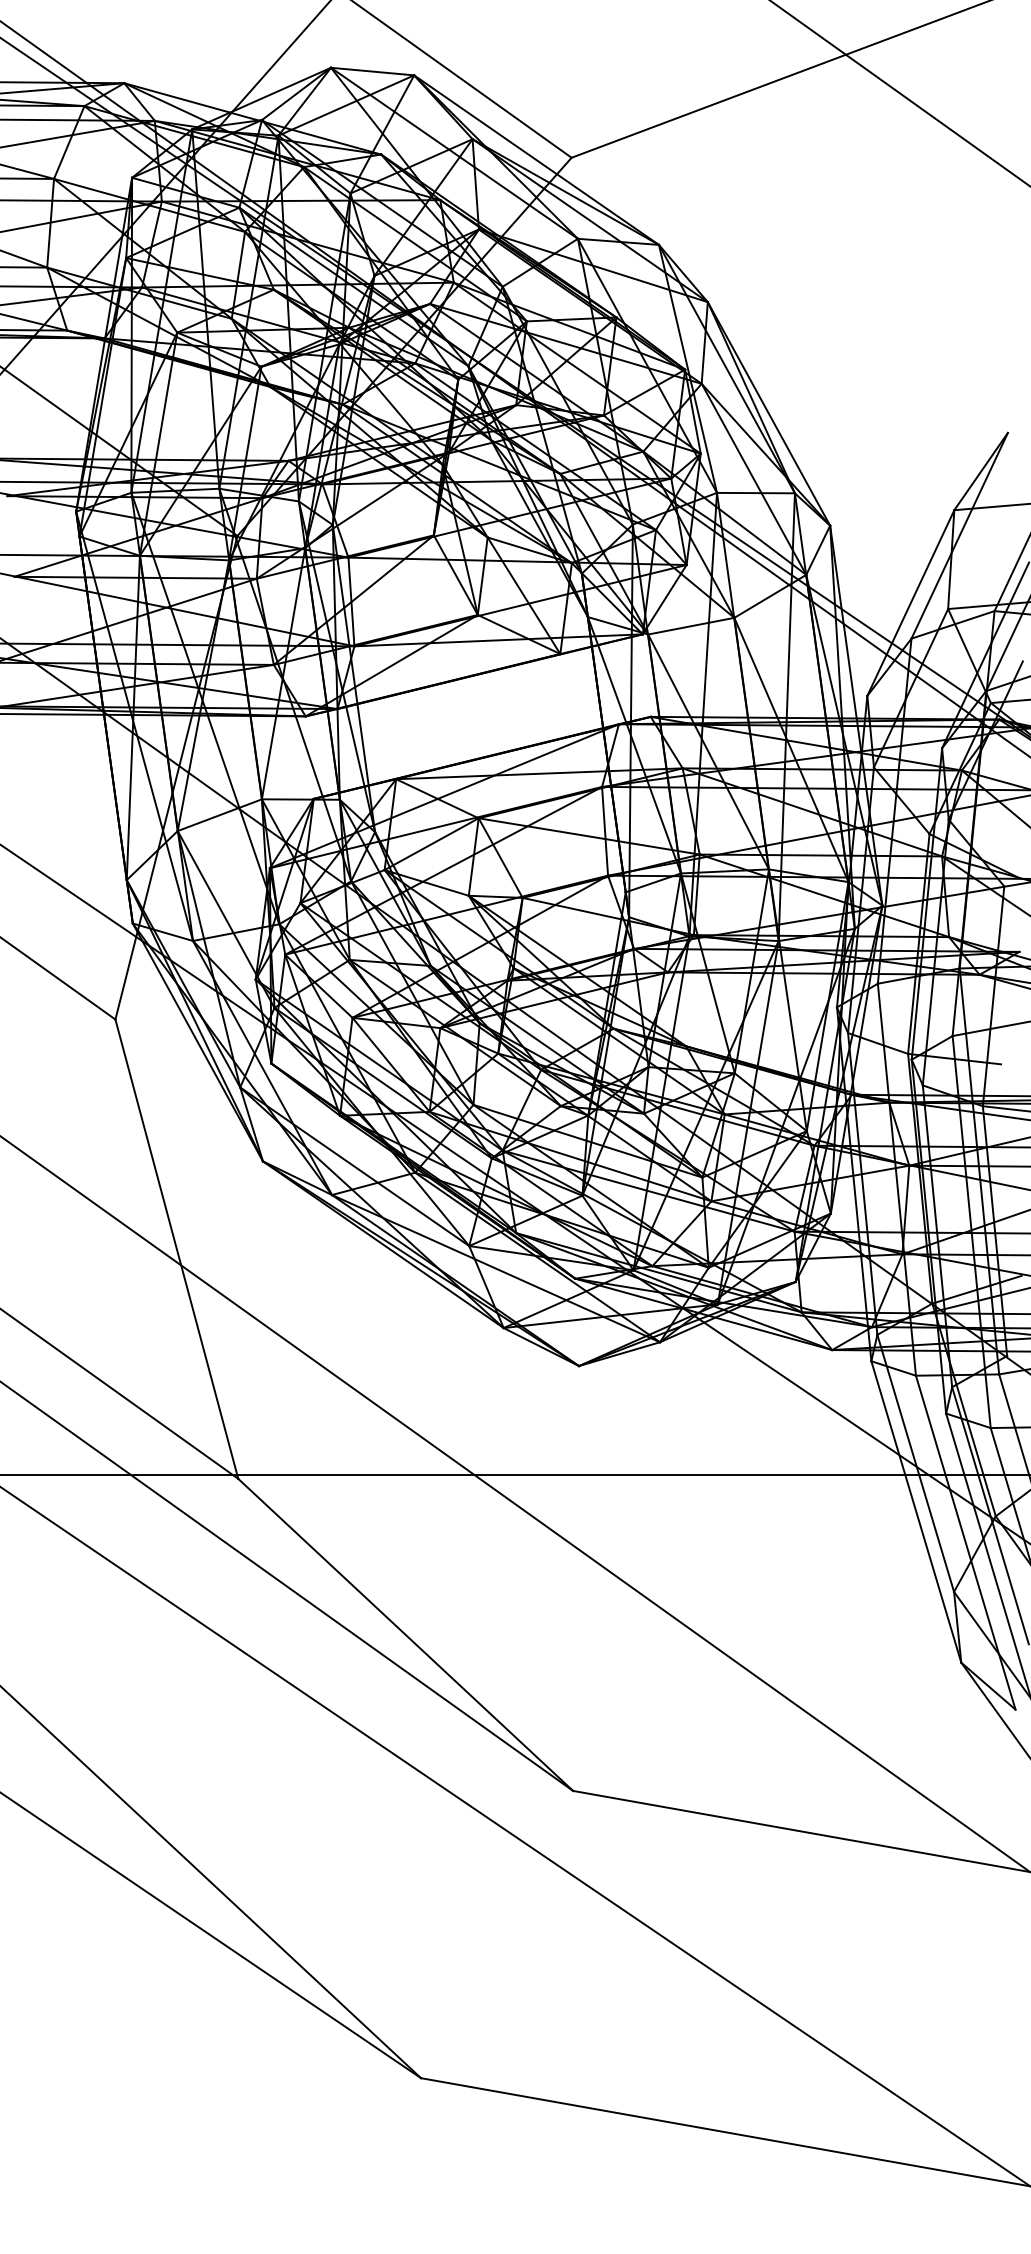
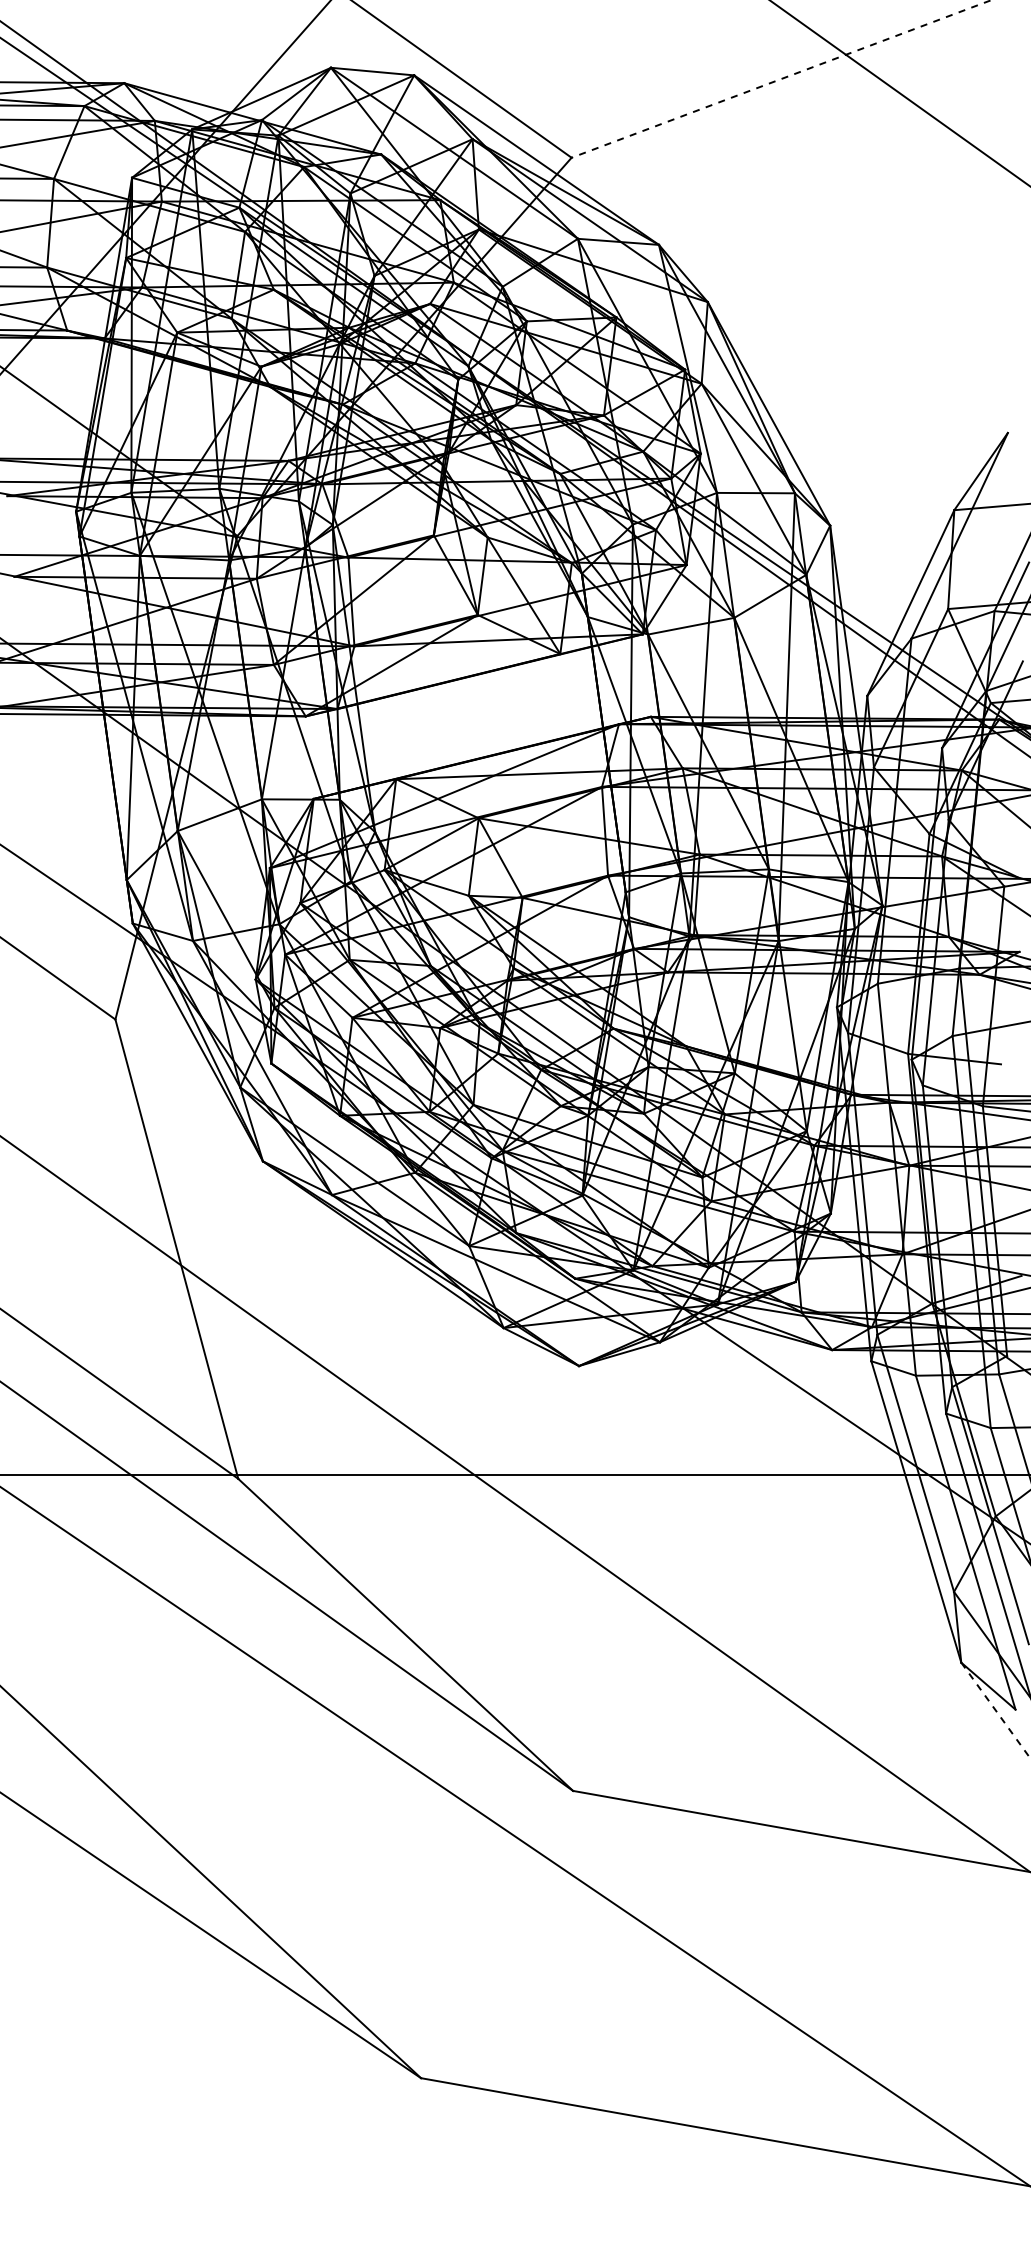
line at (781, 79): solid -> dashed
line at (996, 1711): solid -> dashed
